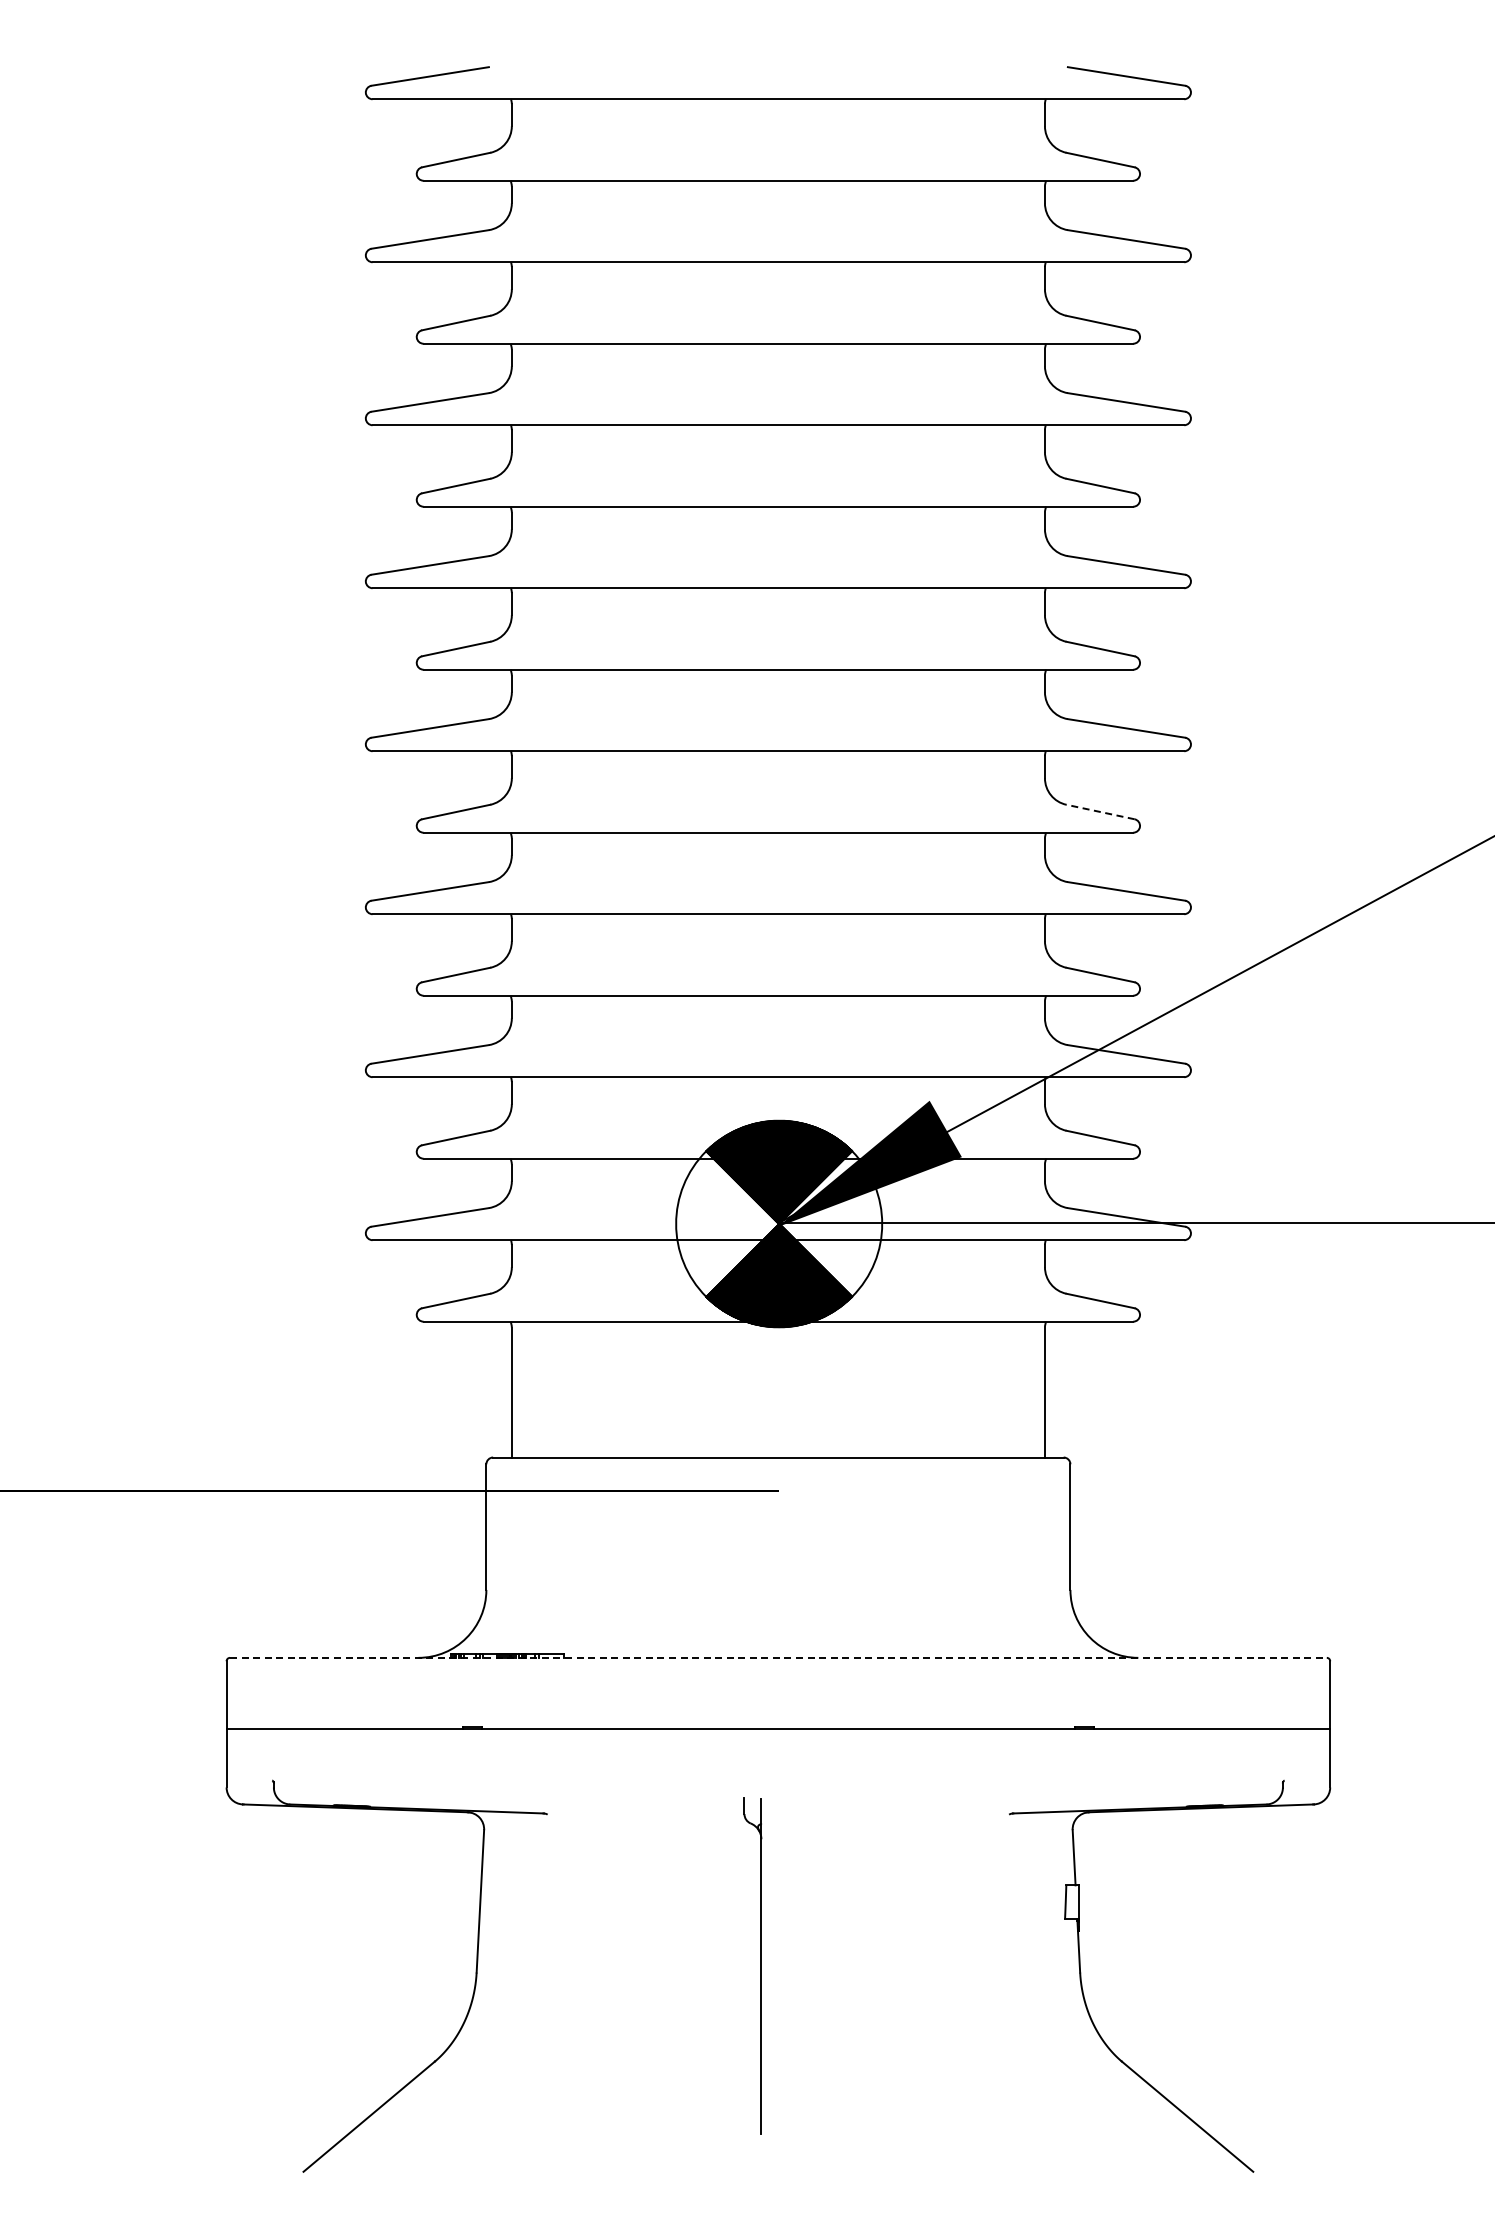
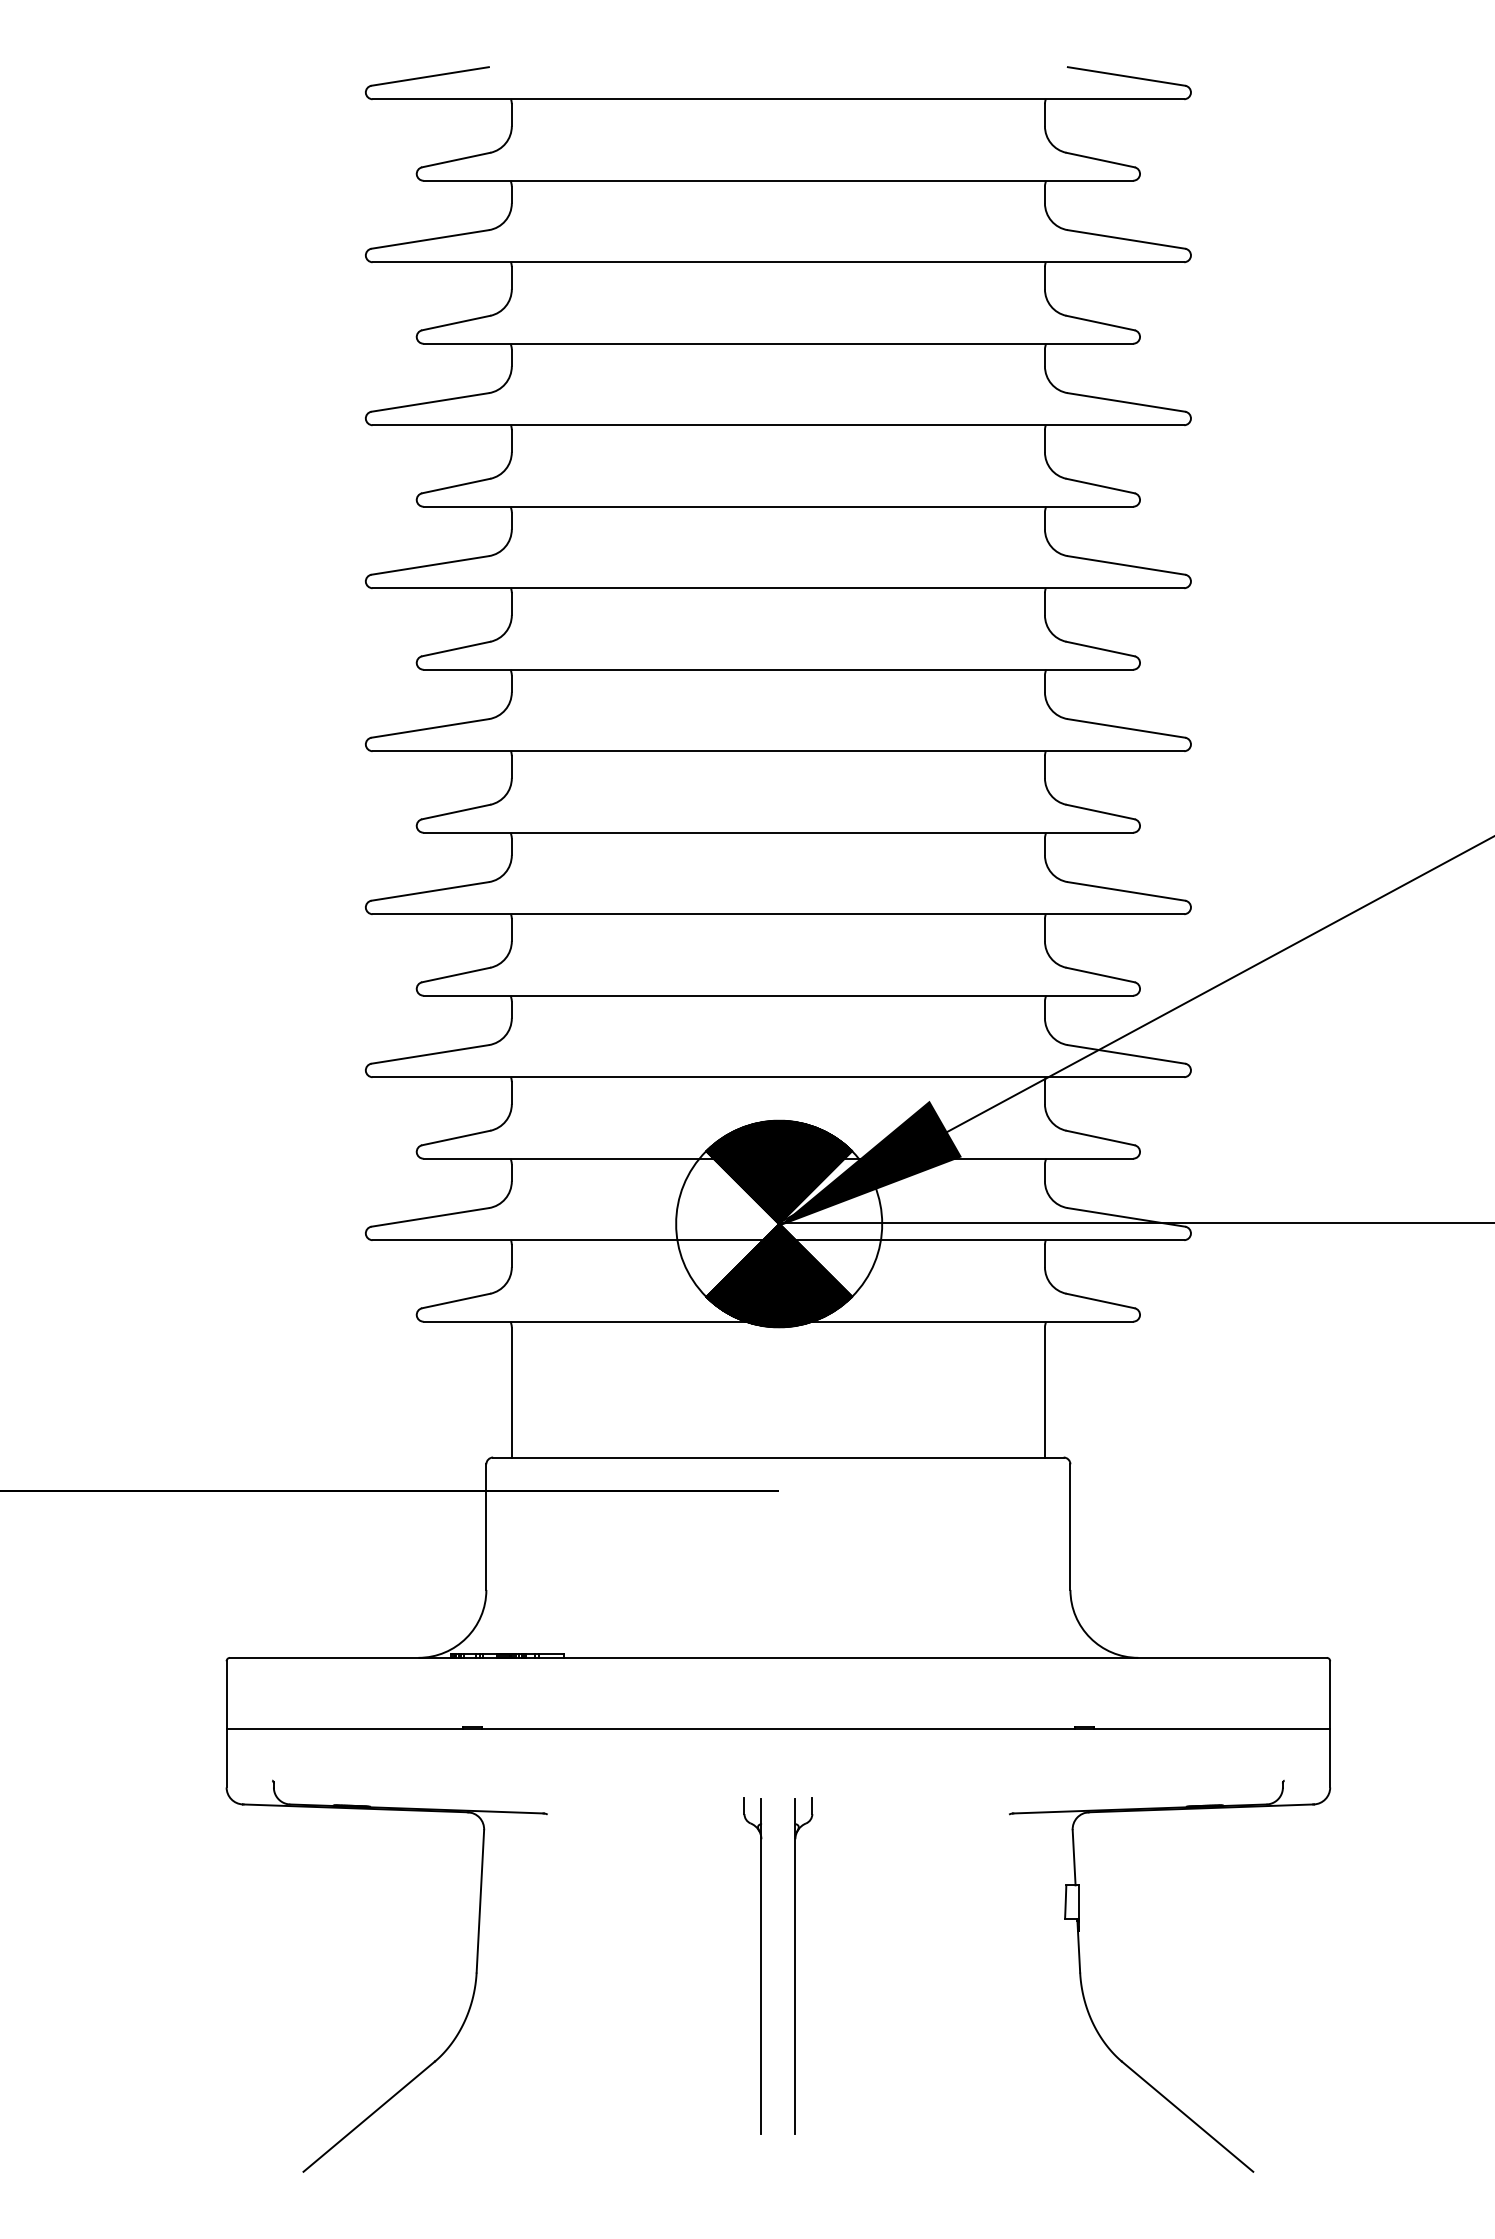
line at (1100, 812): dashed -> solid
line at (778, 1657): dashed -> solid
part at (795, 1965): none -> present
